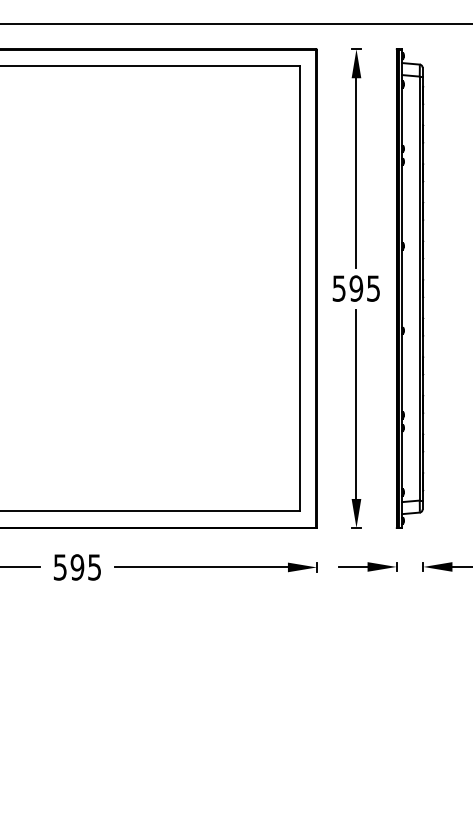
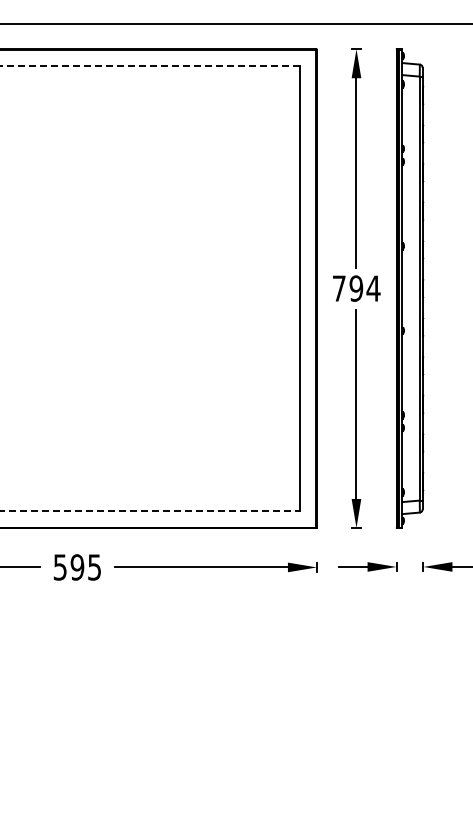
line at (150, 66): solid -> dashed
text at (356, 288): 595 -> 794
line at (150, 511): solid -> dashed
